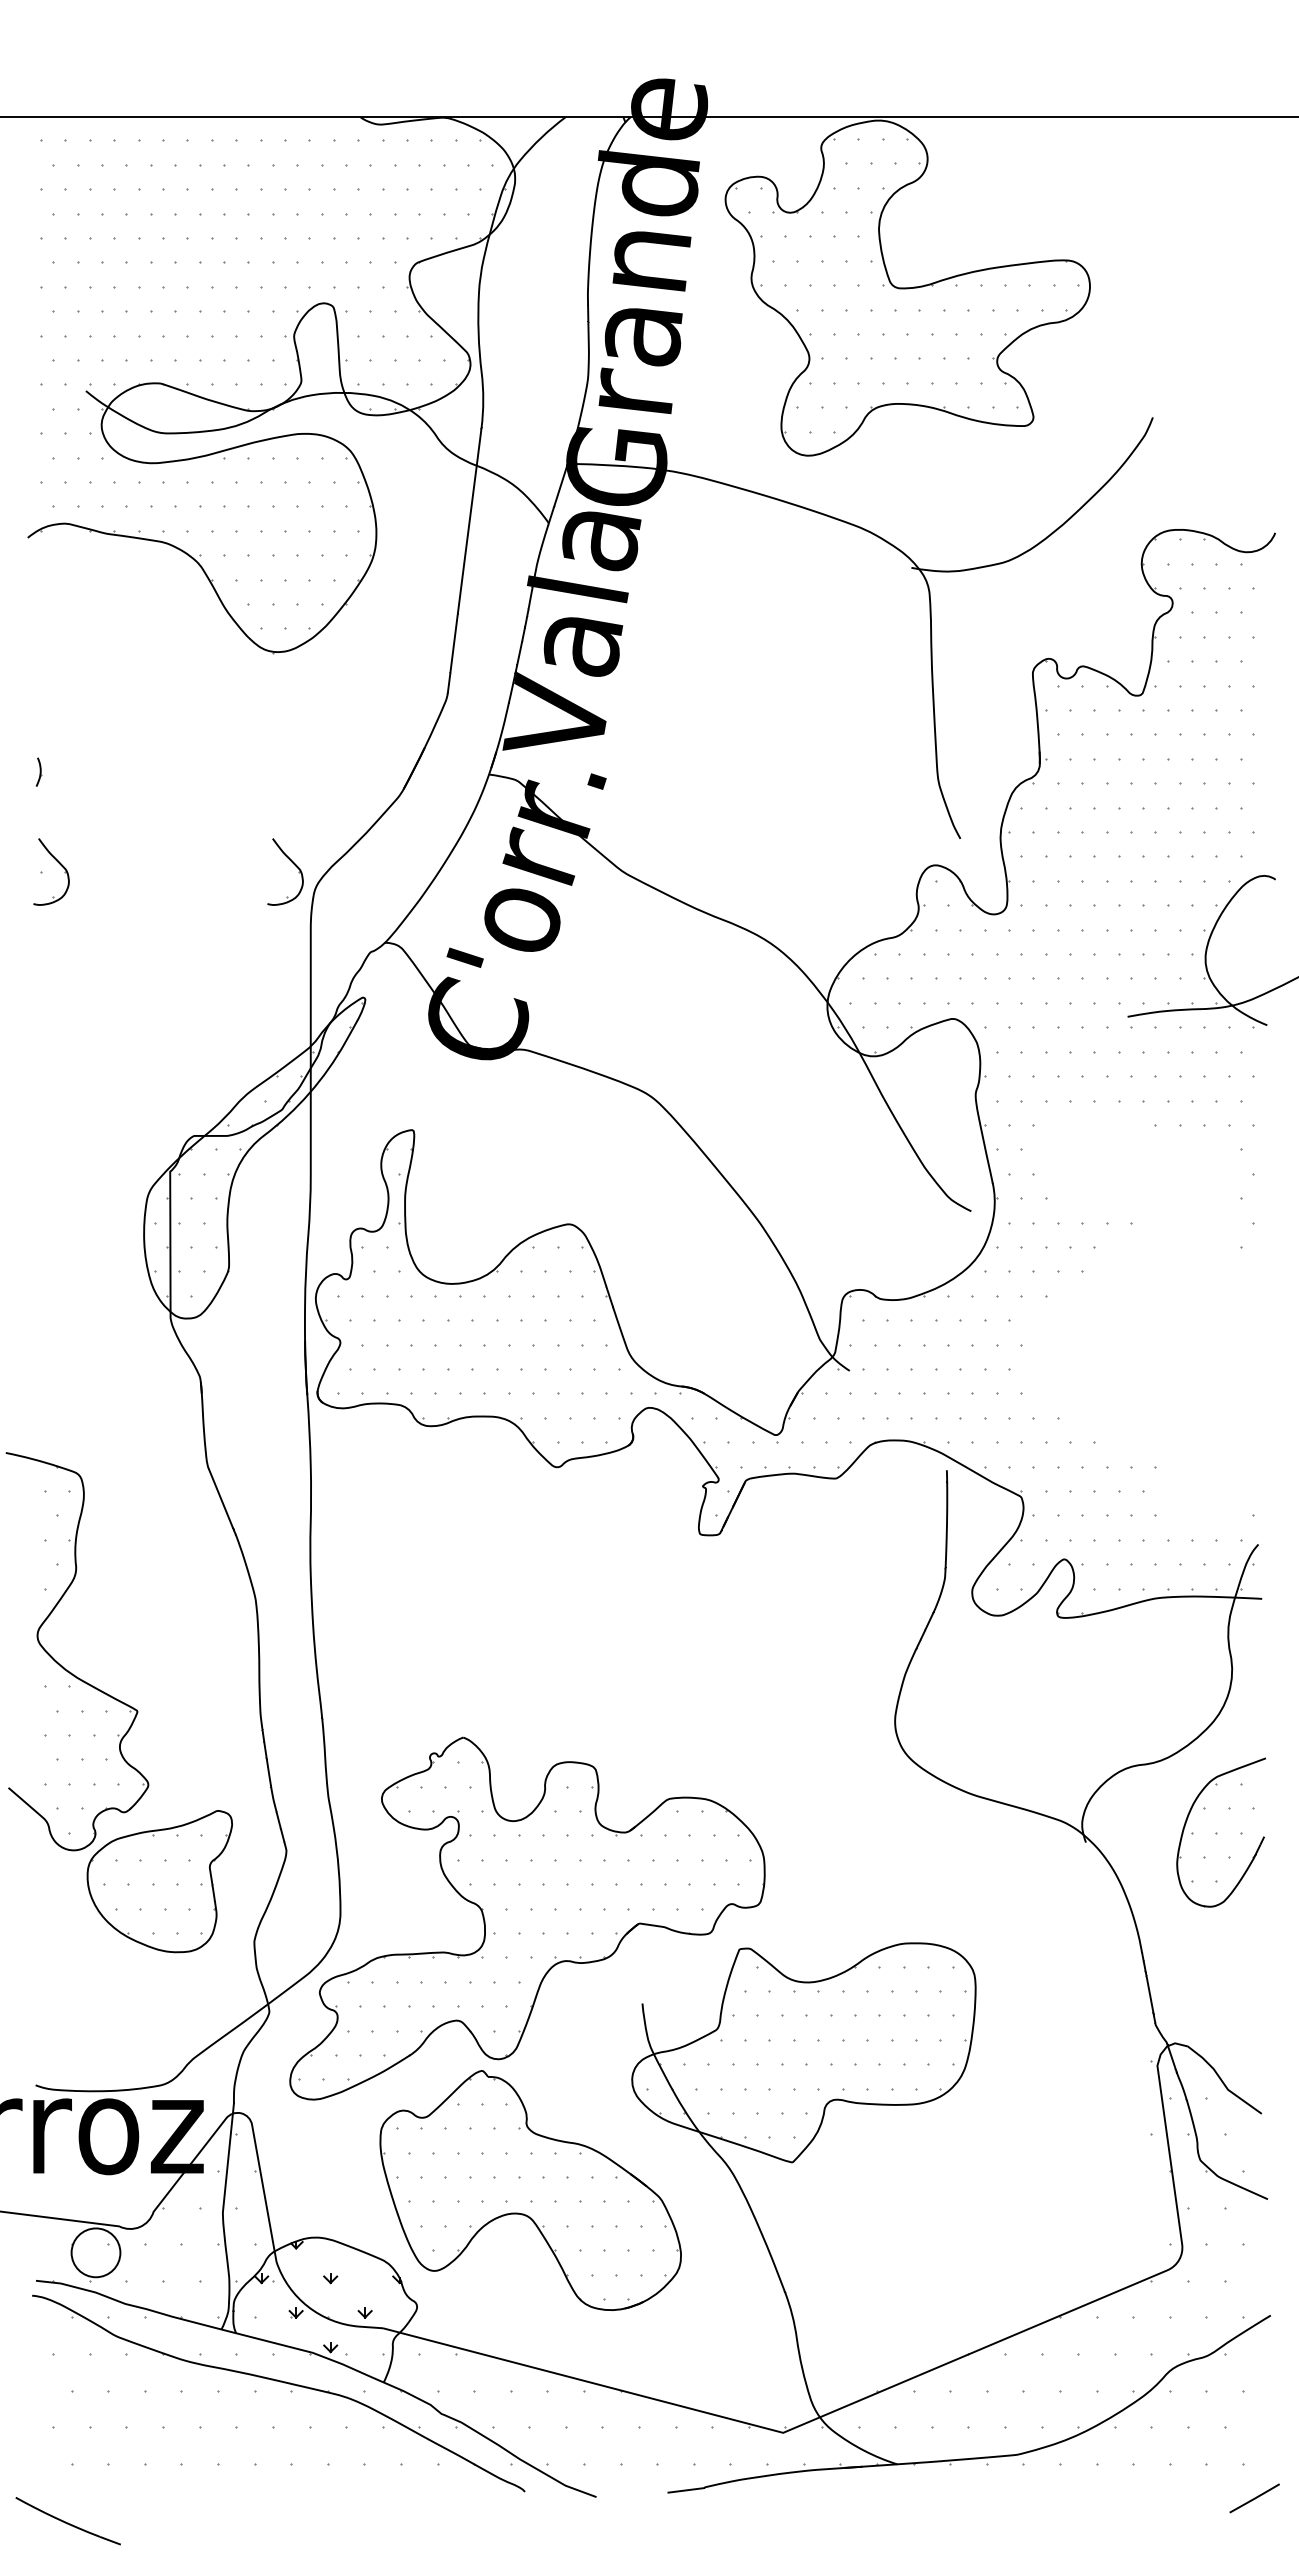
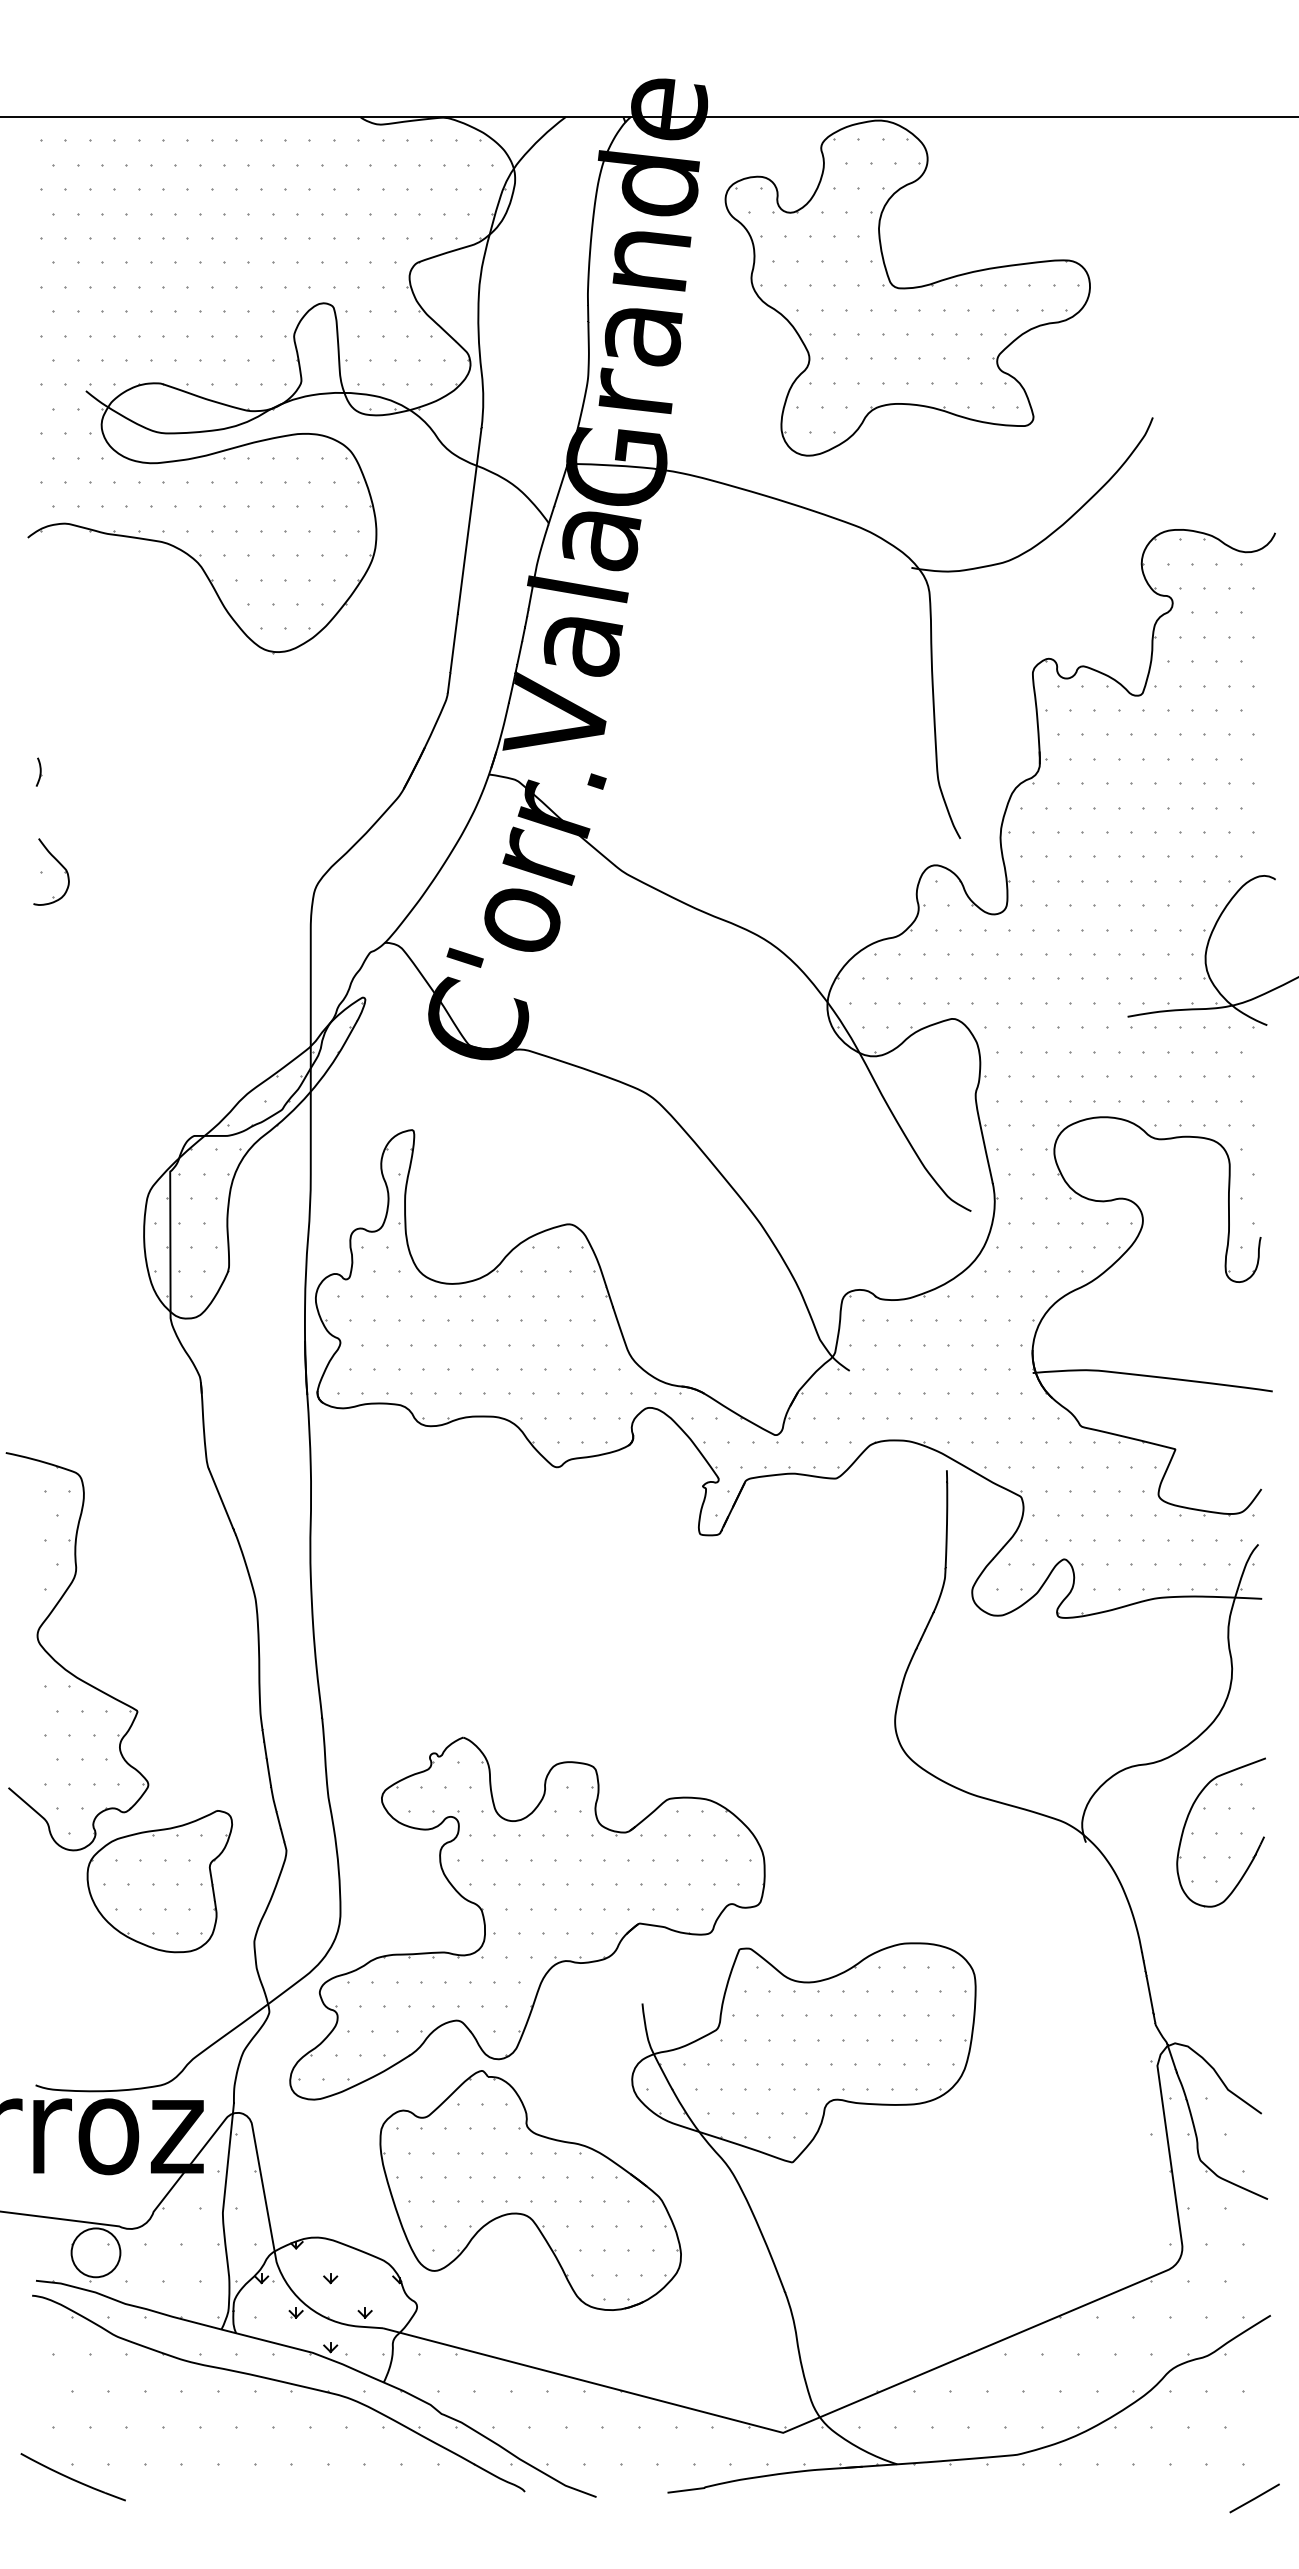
part at (292, 863): present -> none
part at (1145, 1374): none -> present
part at (67, 2521) position: (67, 2521) -> (72, 2477)
